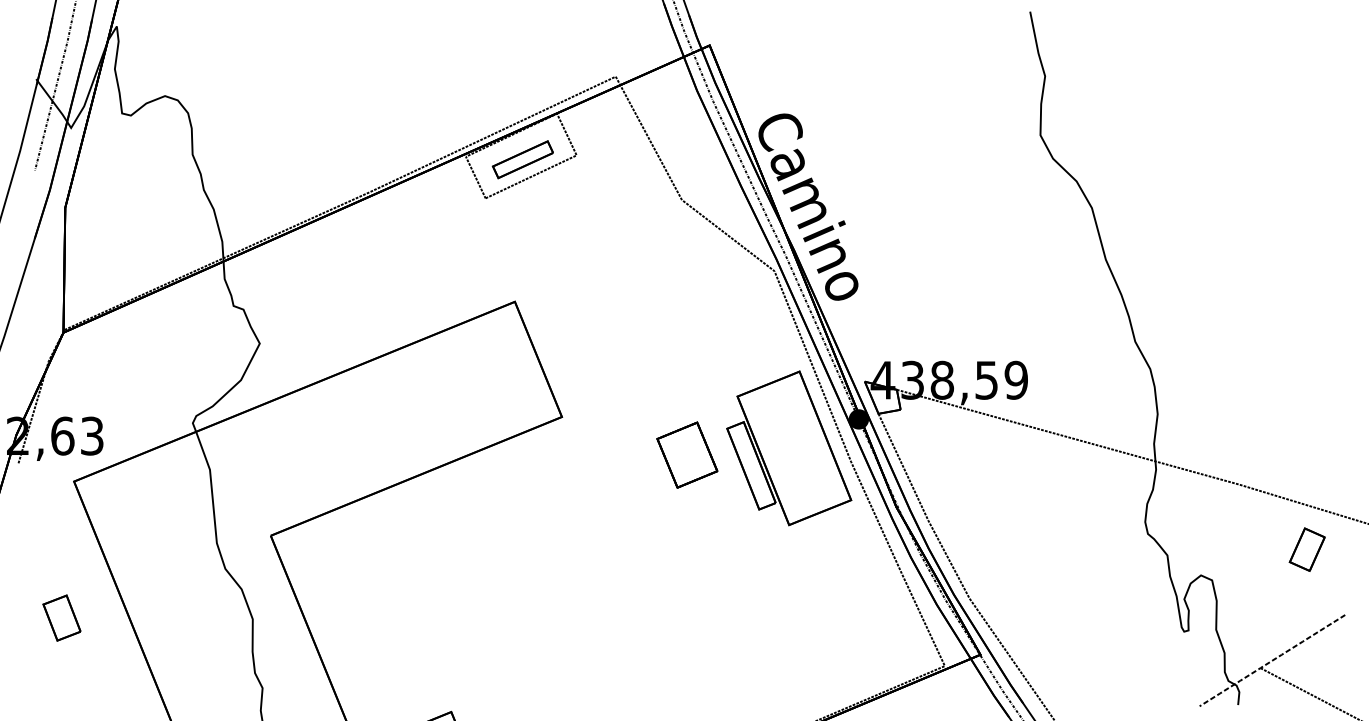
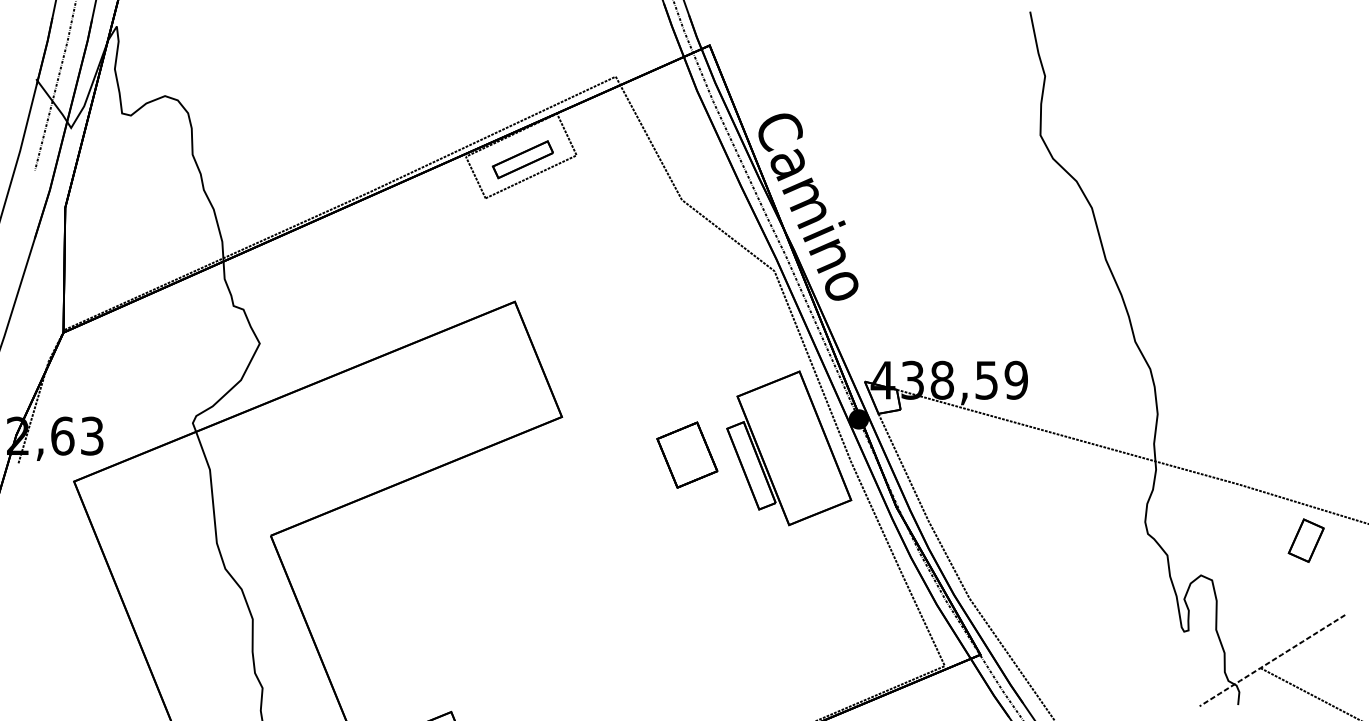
part at (1306, 549) position: (1306, 549) -> (1305, 540)
part at (61, 617): present -> none
